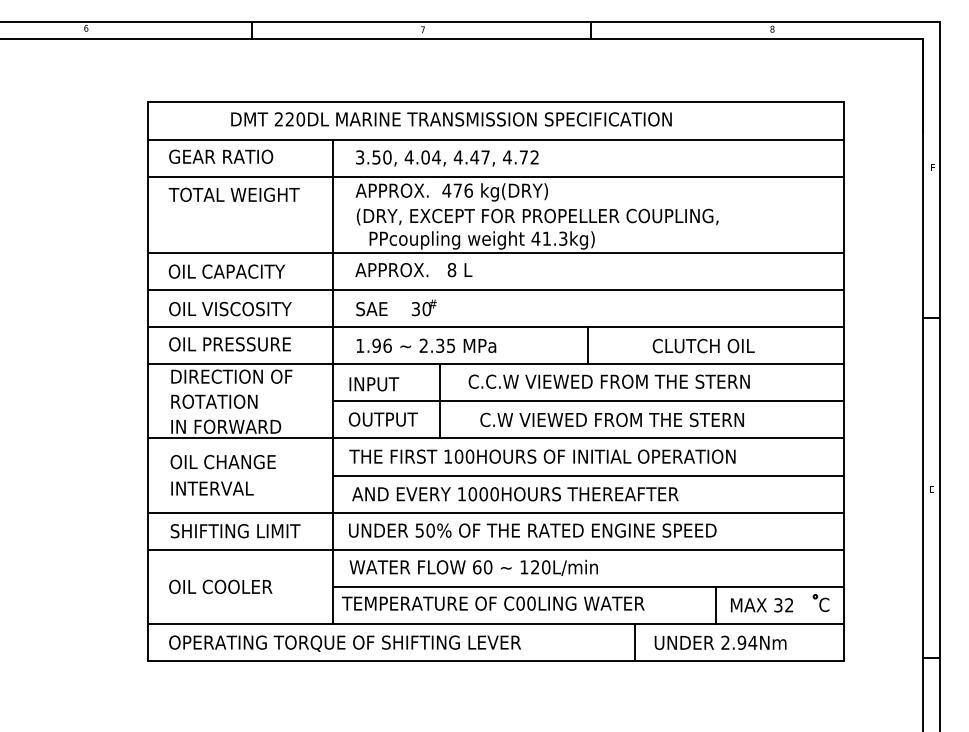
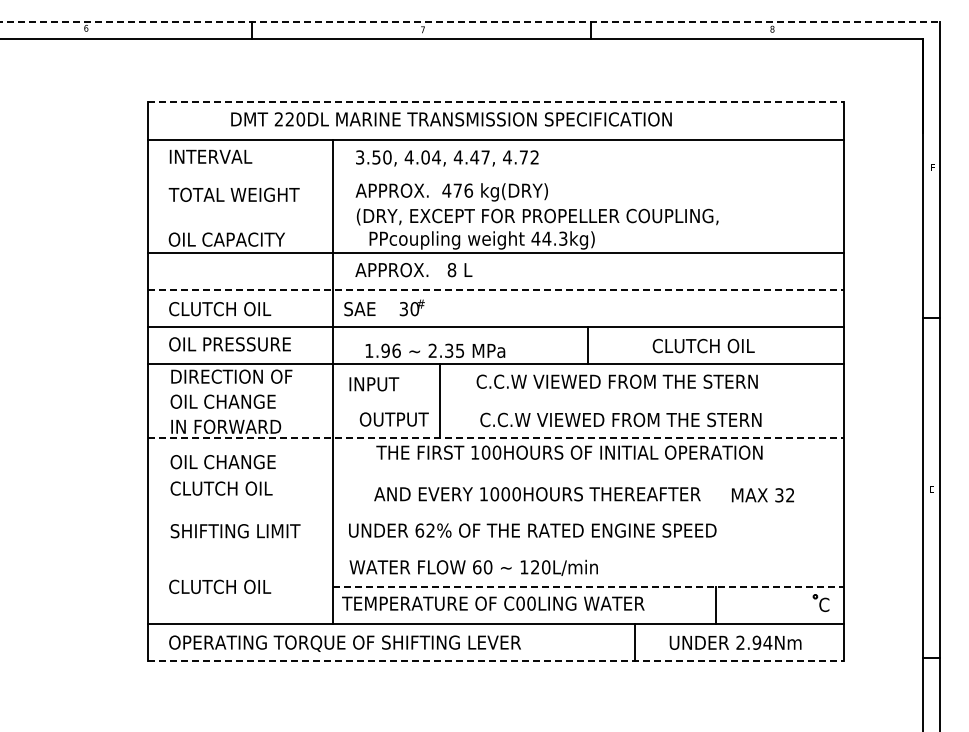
line at (470, 22): solid -> dashed
line at (495, 102): solid -> dashed
text at (221, 156): GEAR RATIO -> INTERVAL
line at (495, 176): present -> none
text at (546, 238): 41.3kg) -> 44.3kg)
text at (226, 271) position: (226, 271) -> (226, 239)
line at (495, 290): solid -> dashed
text at (396, 307) position: (396, 307) -> (384, 307)
text at (233, 309): OIL VISCOSITY -> CLUTCH OIL
text at (426, 345) position: (426, 345) -> (435, 350)
text at (608, 381) position: (608, 381) -> (616, 381)
text at (222, 401): ROTATION -> OIL CHANGE
line at (588, 401): present -> none
text at (382, 419) position: (382, 419) -> (393, 419)
text at (629, 419): C.W VIEWED FROM THE STERN -> C.C.W VIEWED FROM THE STERN
line at (495, 438): solid -> dashed
text at (542, 456) position: (542, 456) -> (569, 452)
line at (588, 475): present -> none
text at (221, 488): INTERVAL -> CLUTCH OIL
text at (515, 494) position: (515, 494) -> (537, 494)
line at (495, 512): present -> none
text at (424, 530): 50% -> 62%
line at (495, 549): present -> none
text at (224, 586): OIL COOLER -> CLUTCH OIL
line at (588, 586): solid -> dashed
text at (761, 605) position: (761, 605) -> (762, 495)
text at (720, 642) position: (720, 642) -> (735, 642)
line at (495, 661): solid -> dashed
